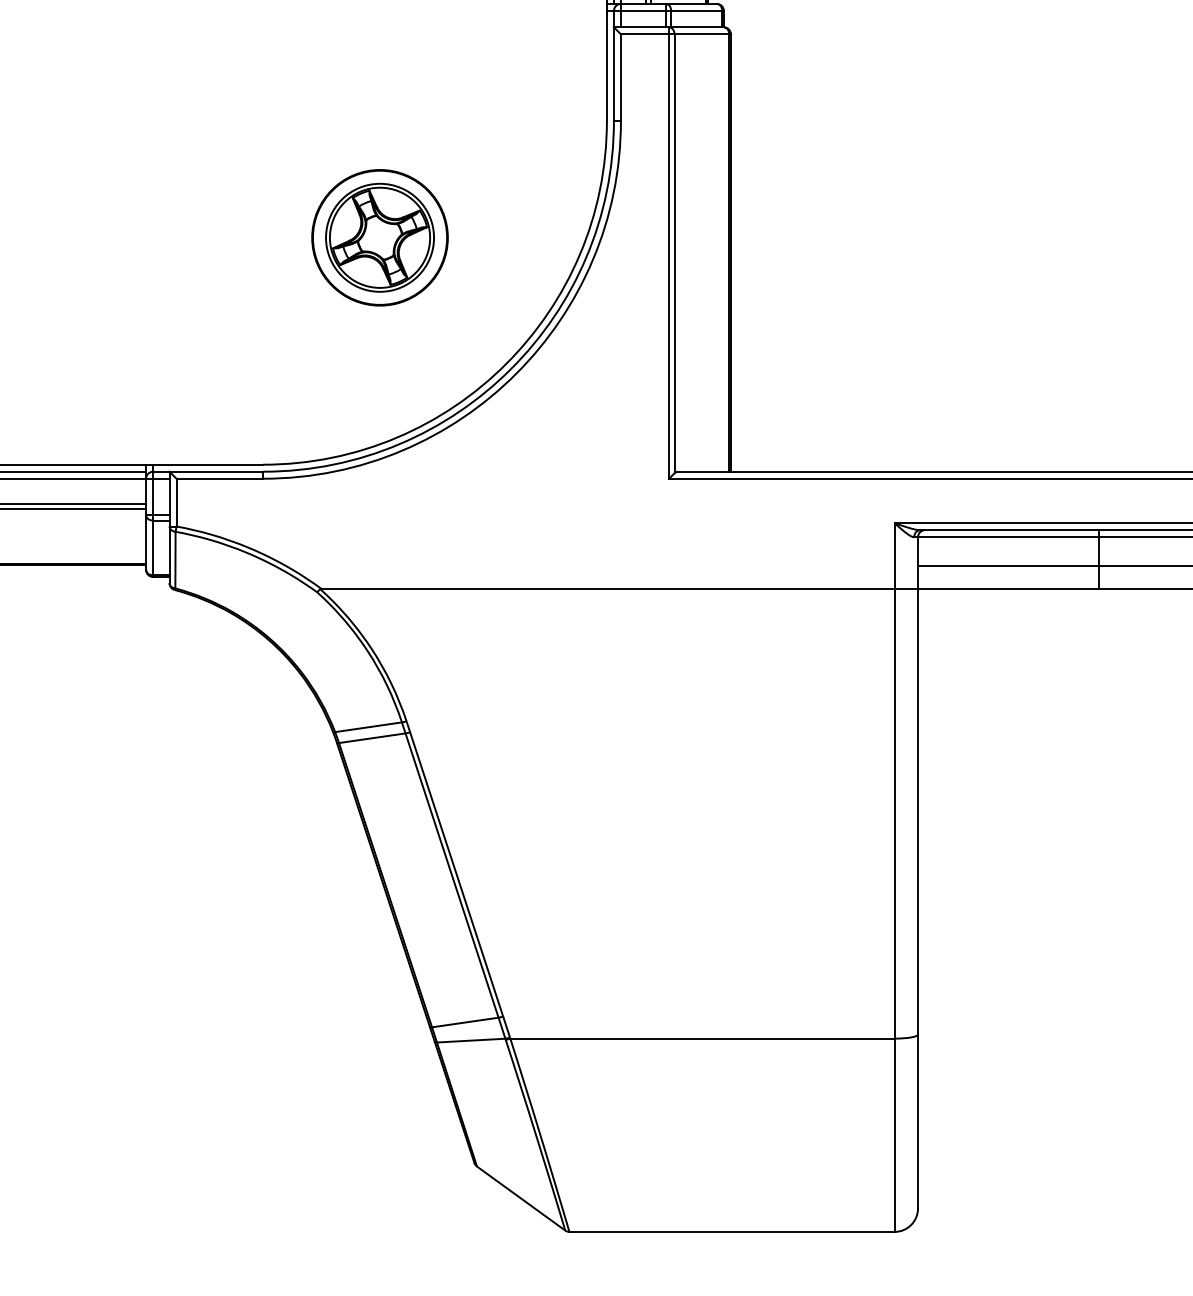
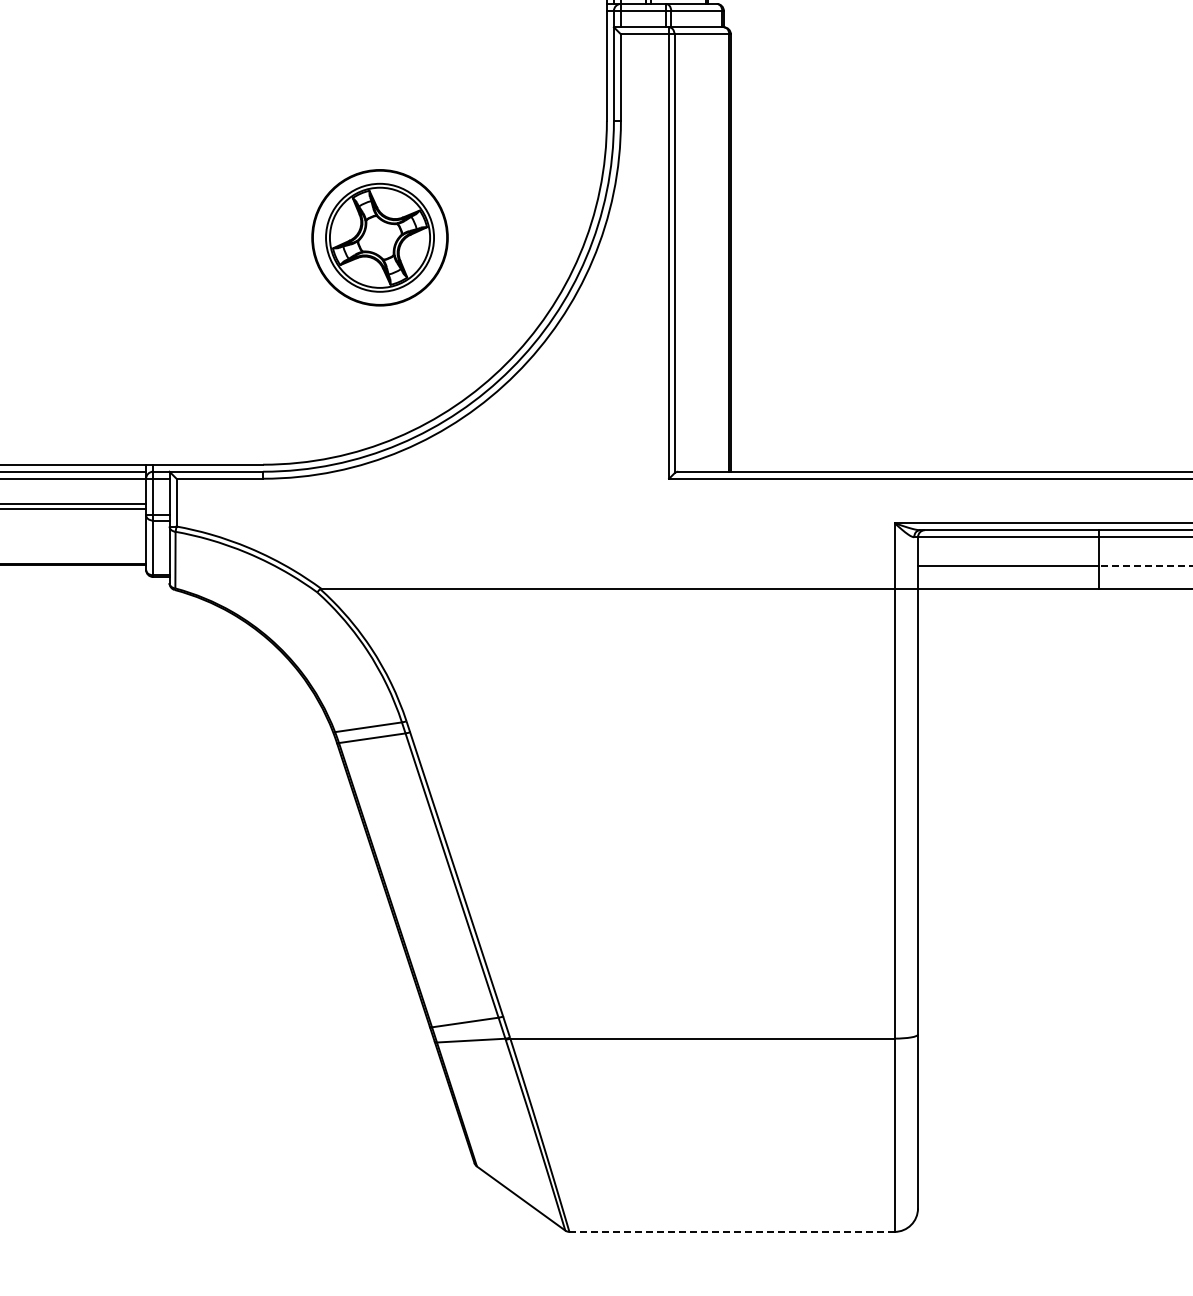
line at (1145, 566): solid -> dashed
line at (732, 1231): solid -> dashed
